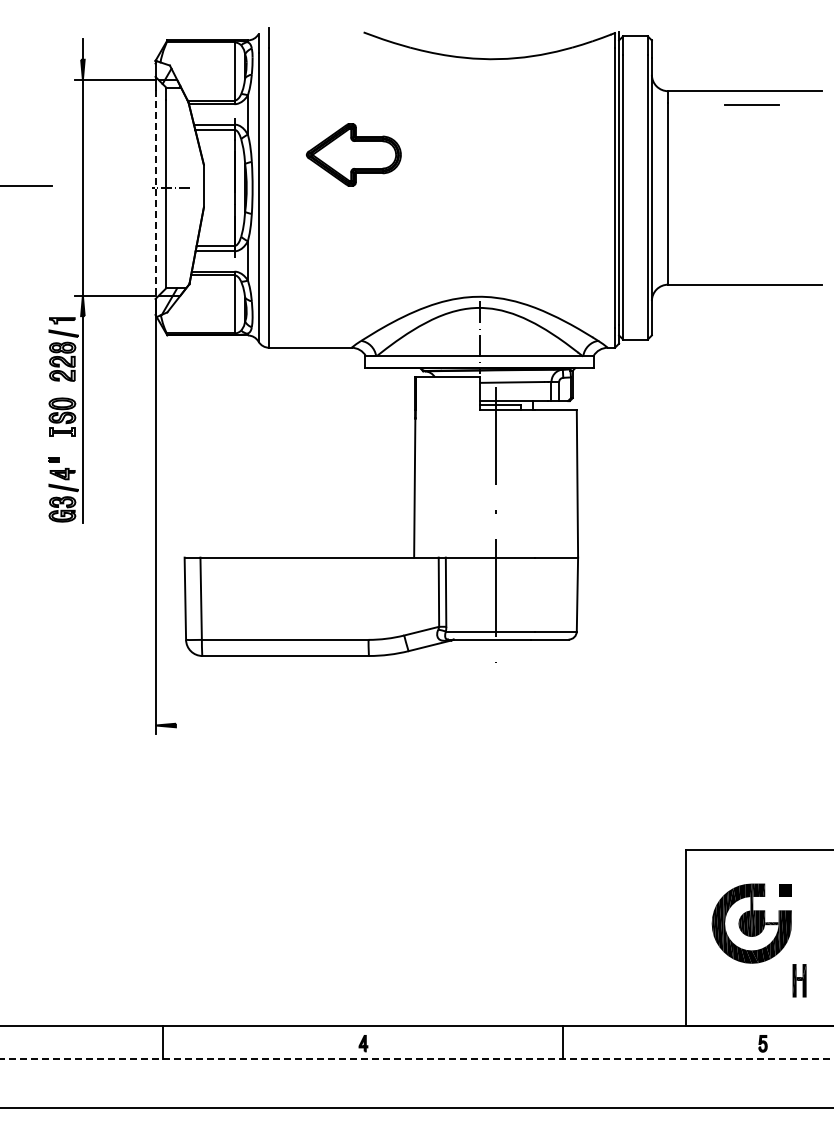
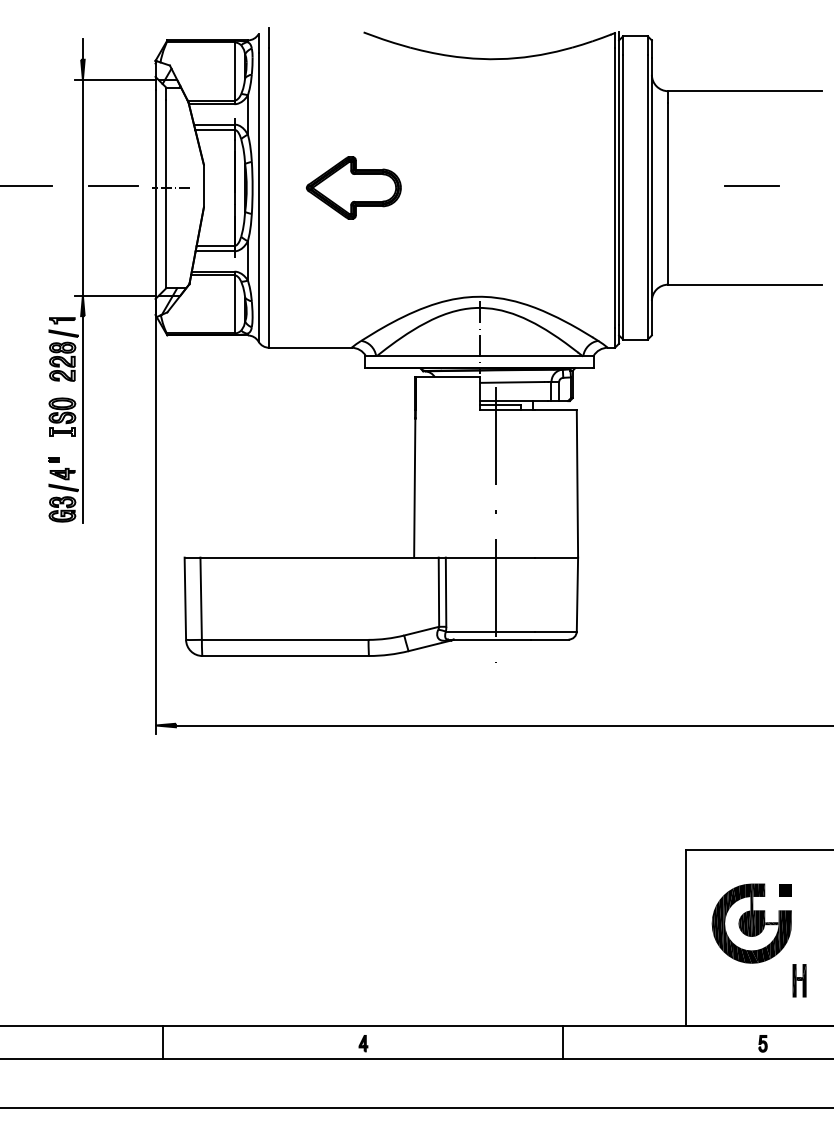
line at (751, 104) position: (751, 104) -> (751, 185)
part at (353, 154) position: (353, 154) -> (353, 187)
line at (113, 185): none -> present
line at (155, 195): dashed -> solid
line at (502, 725): none -> present
line at (416, 1058): dashed -> solid
